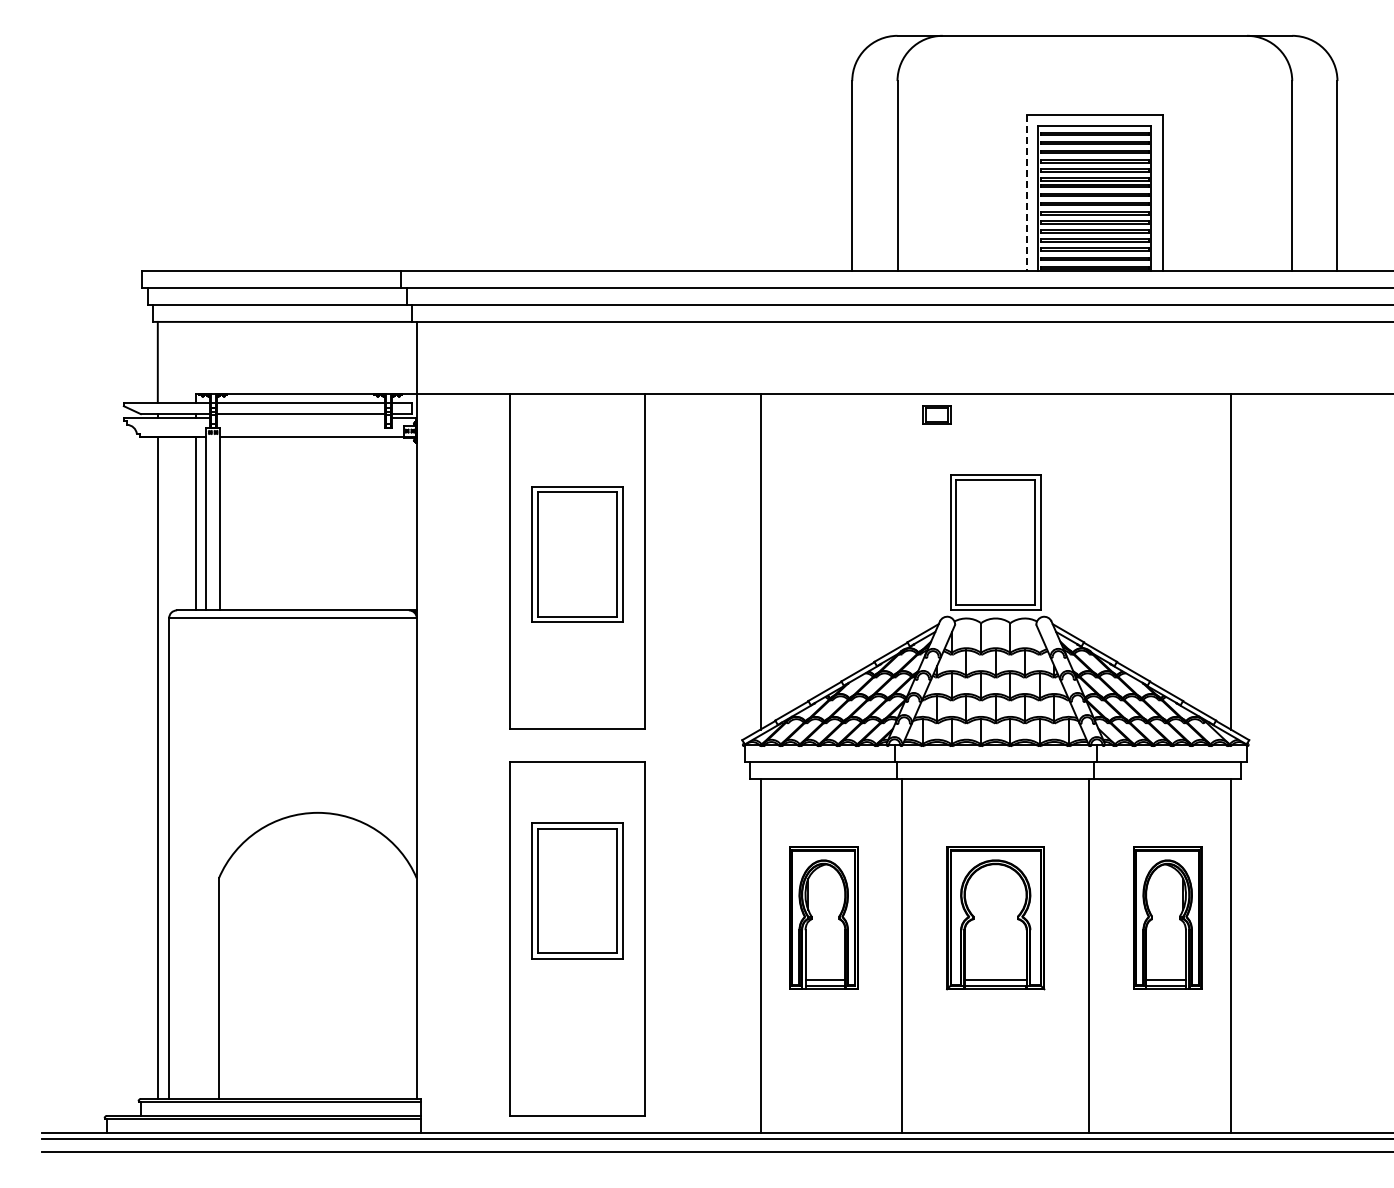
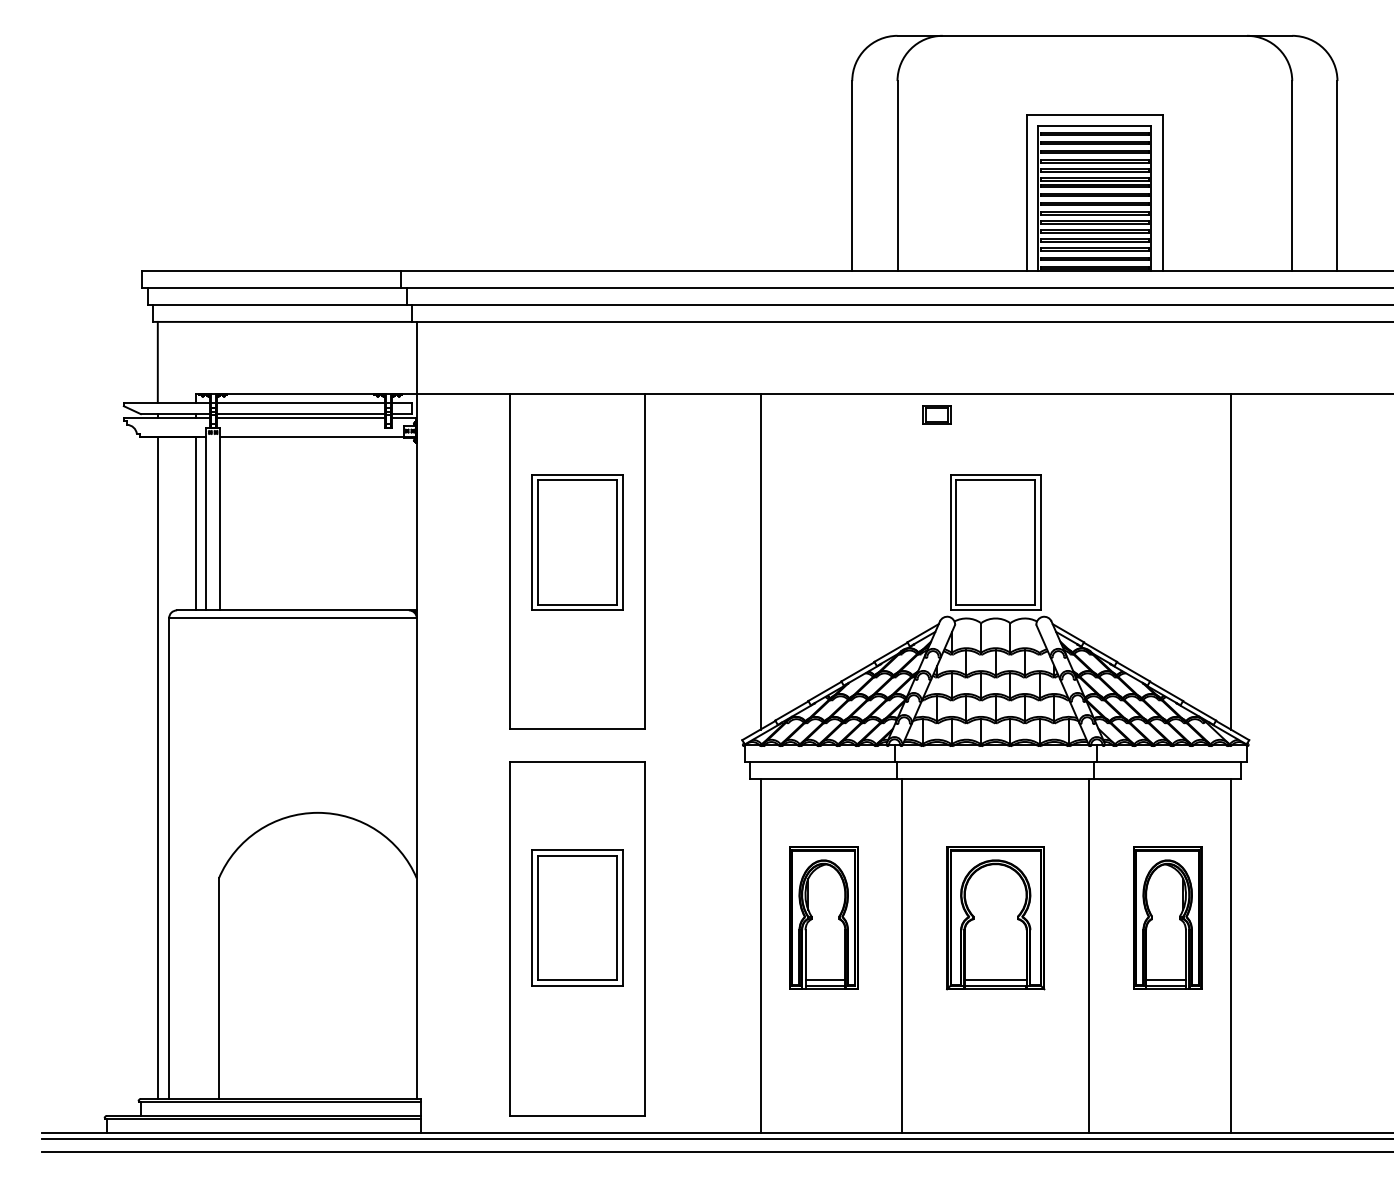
line at (1027, 193): dashed -> solid
line at (300, 418): none -> present
part at (577, 554) position: (577, 554) -> (577, 542)
part at (577, 890) position: (577, 890) -> (577, 917)
